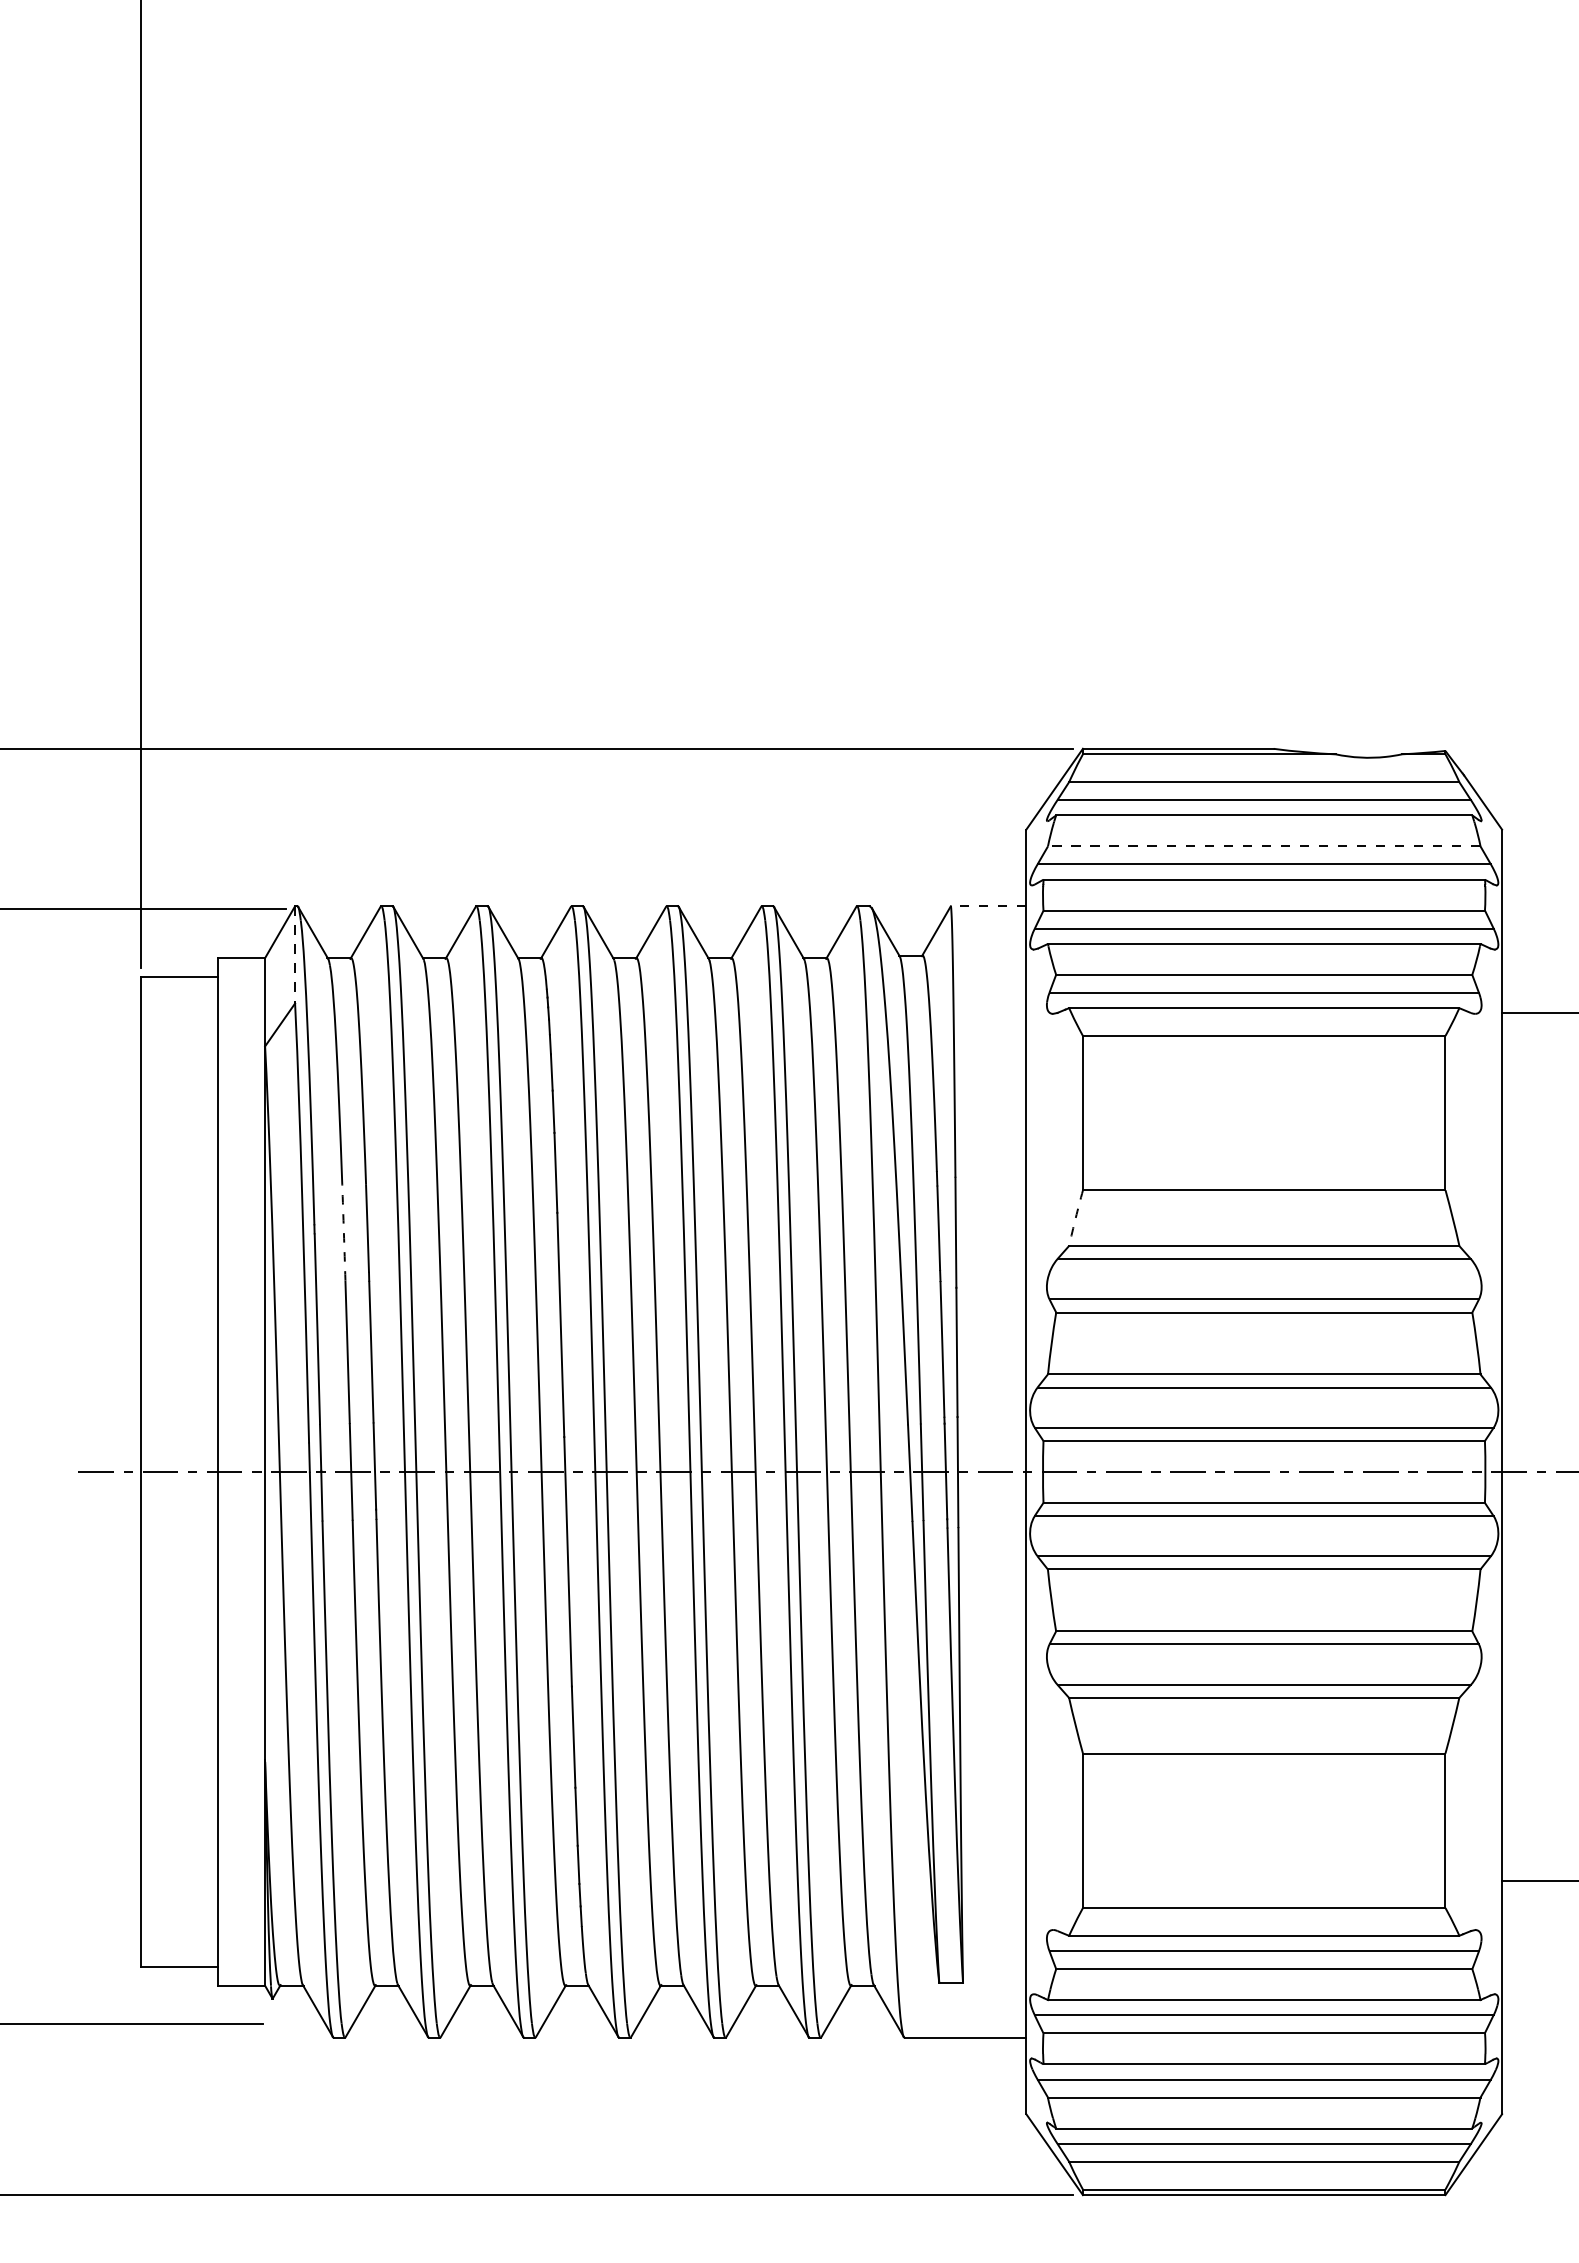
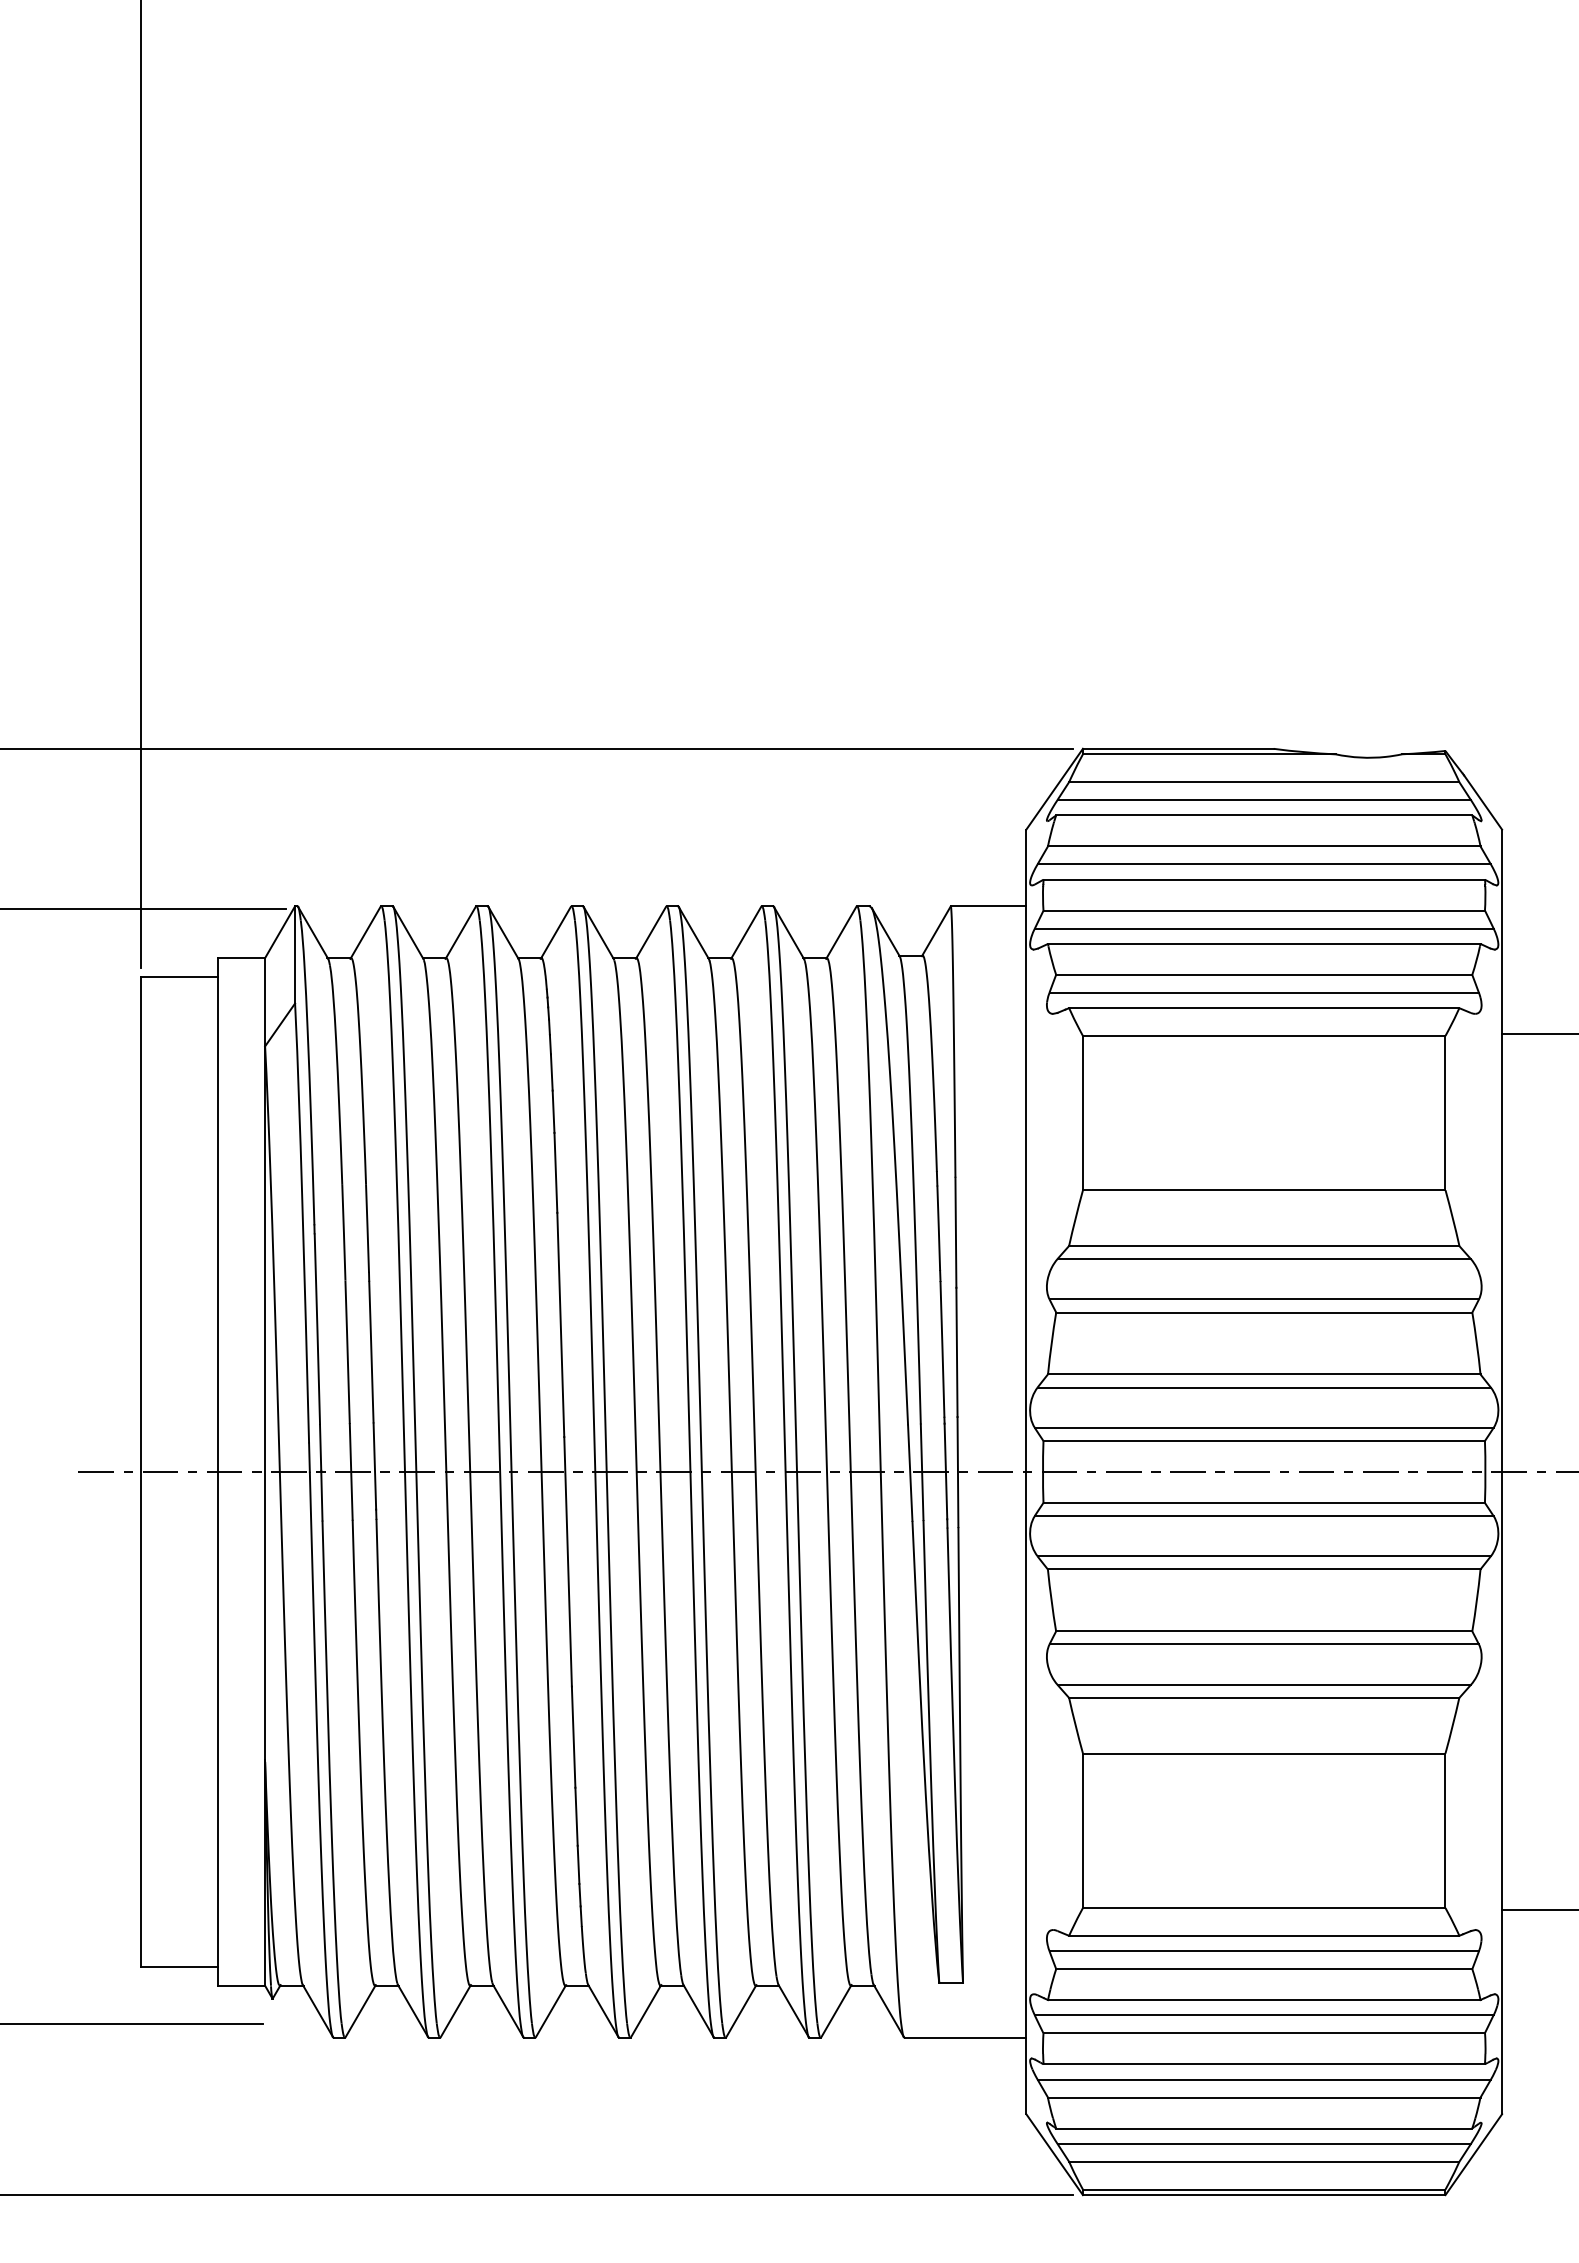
line at (1263, 846): dashed -> solid
line at (988, 906): dashed -> solid
line at (295, 954): dashed -> solid
line at (1538, 1013) position: (1538, 1013) -> (1538, 1034)
arc at (1075, 1218): dashed -> solid
arc at (343, 1232): dashed -> solid
line at (1538, 1880) position: (1538, 1880) -> (1538, 1909)
